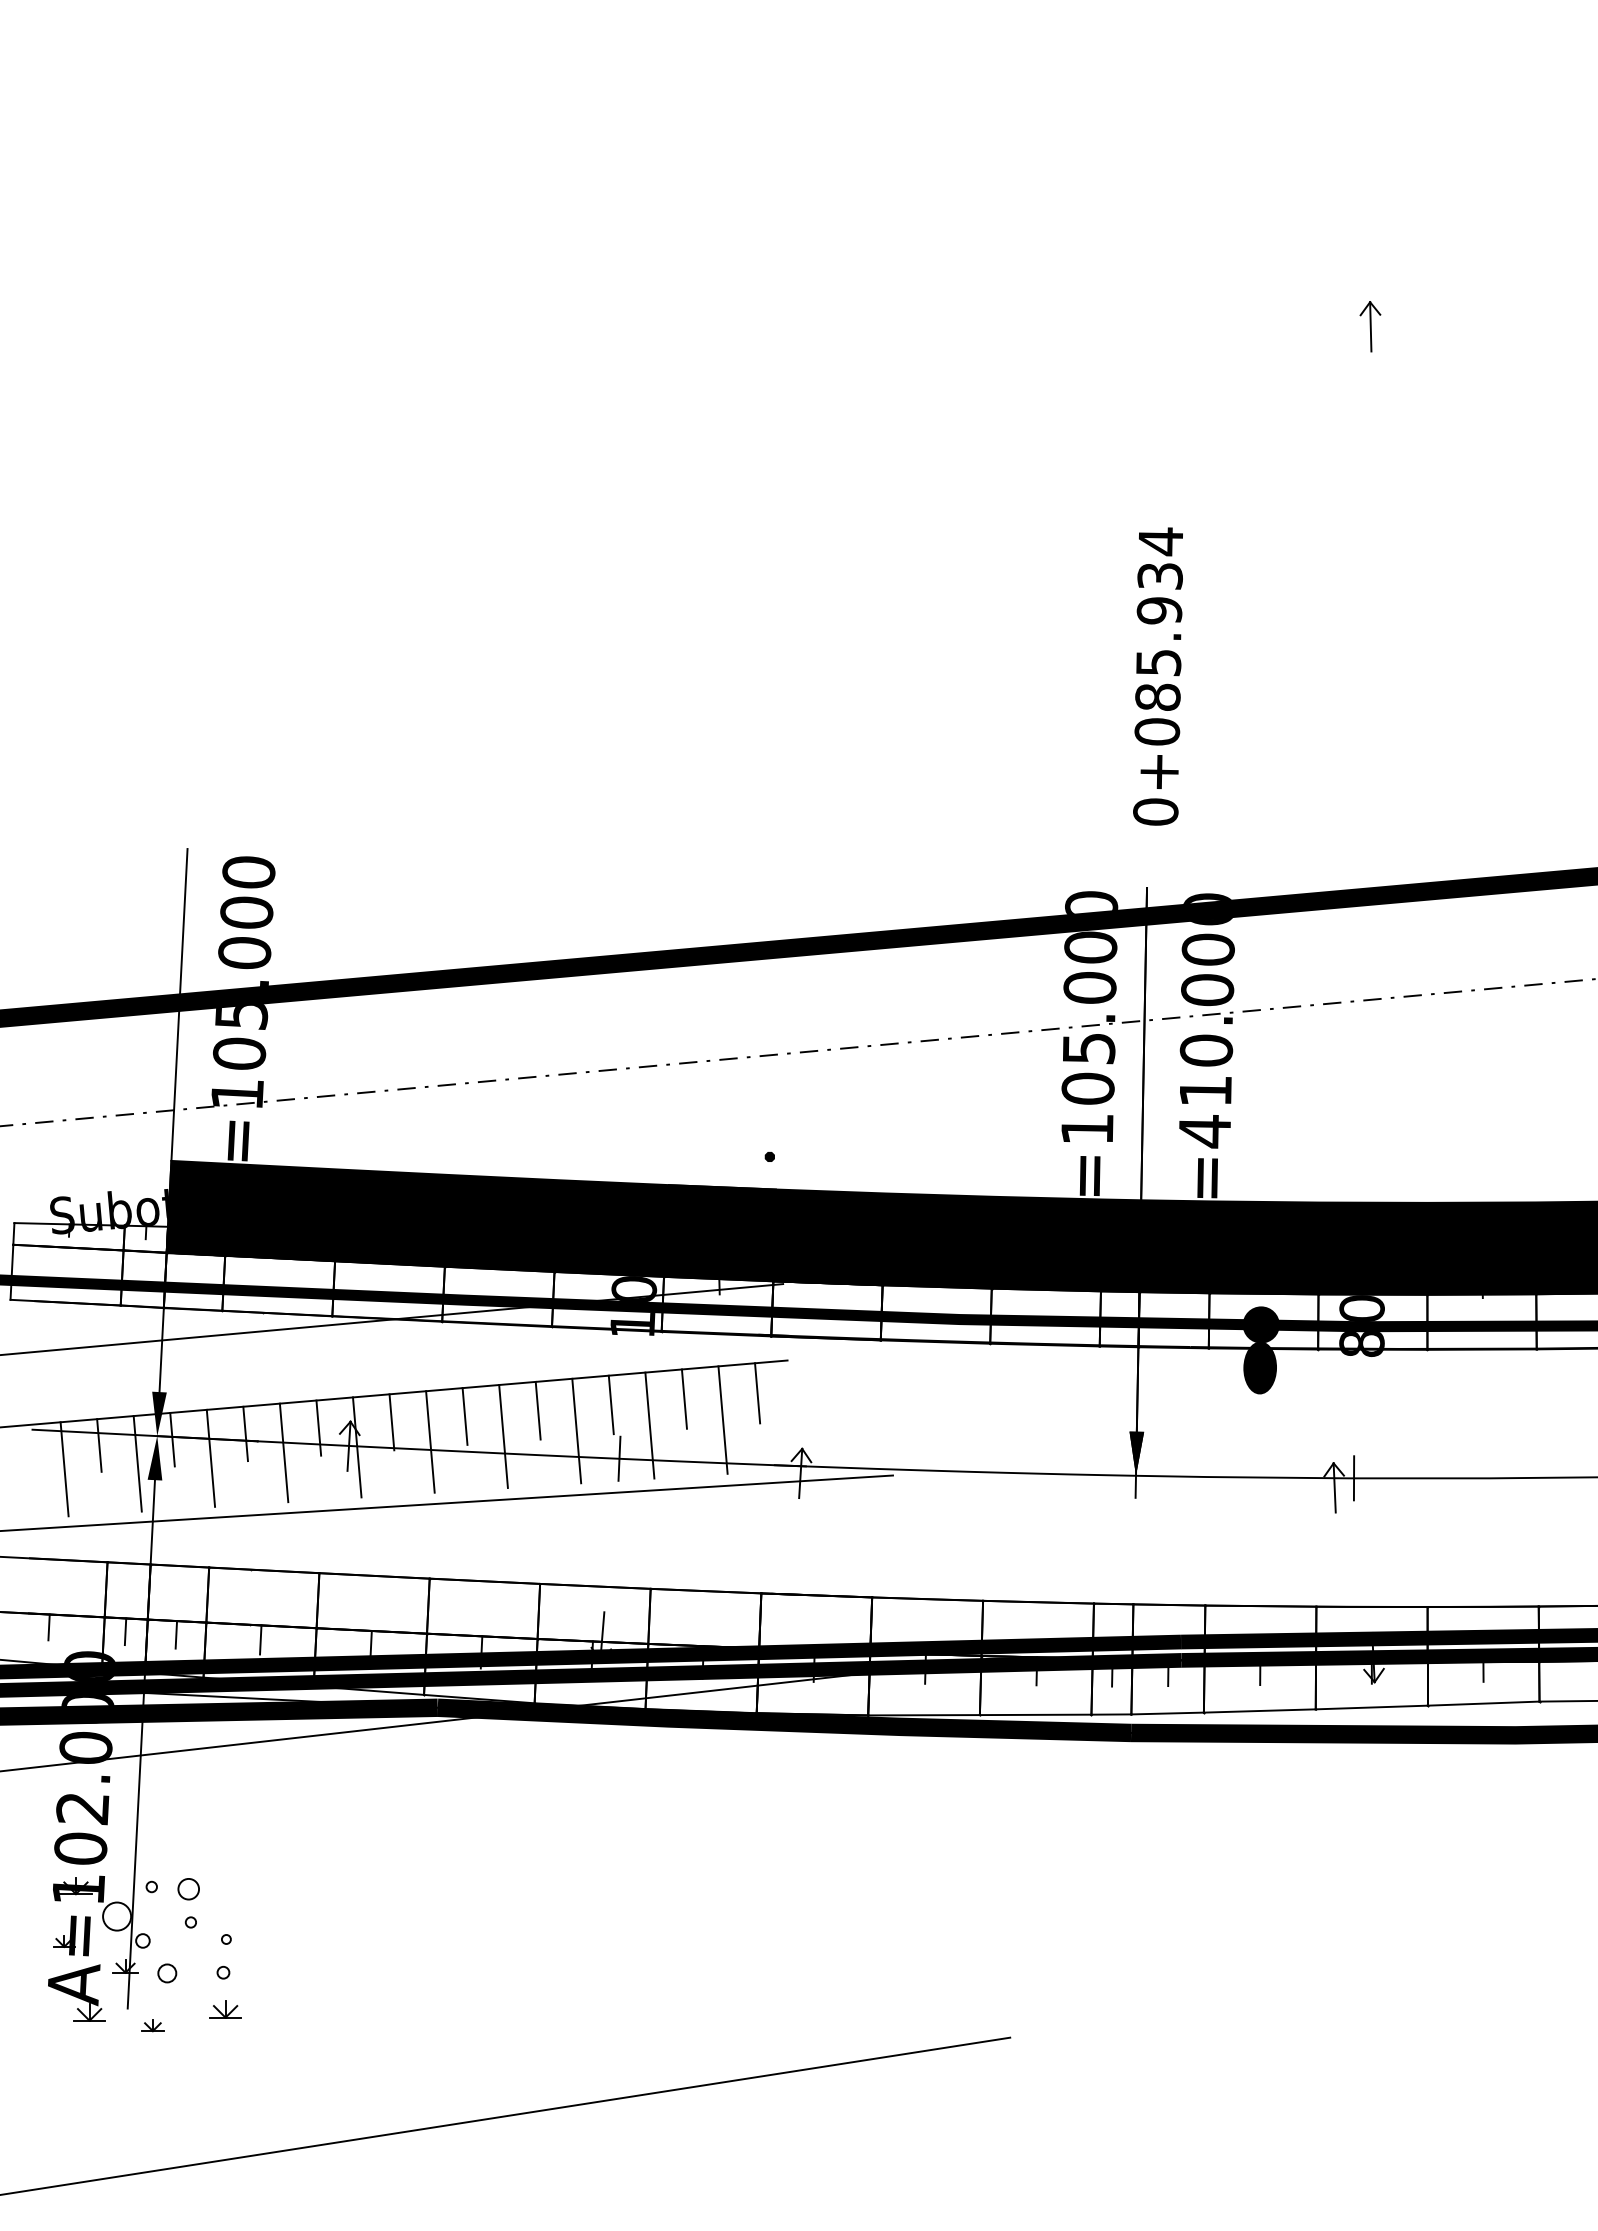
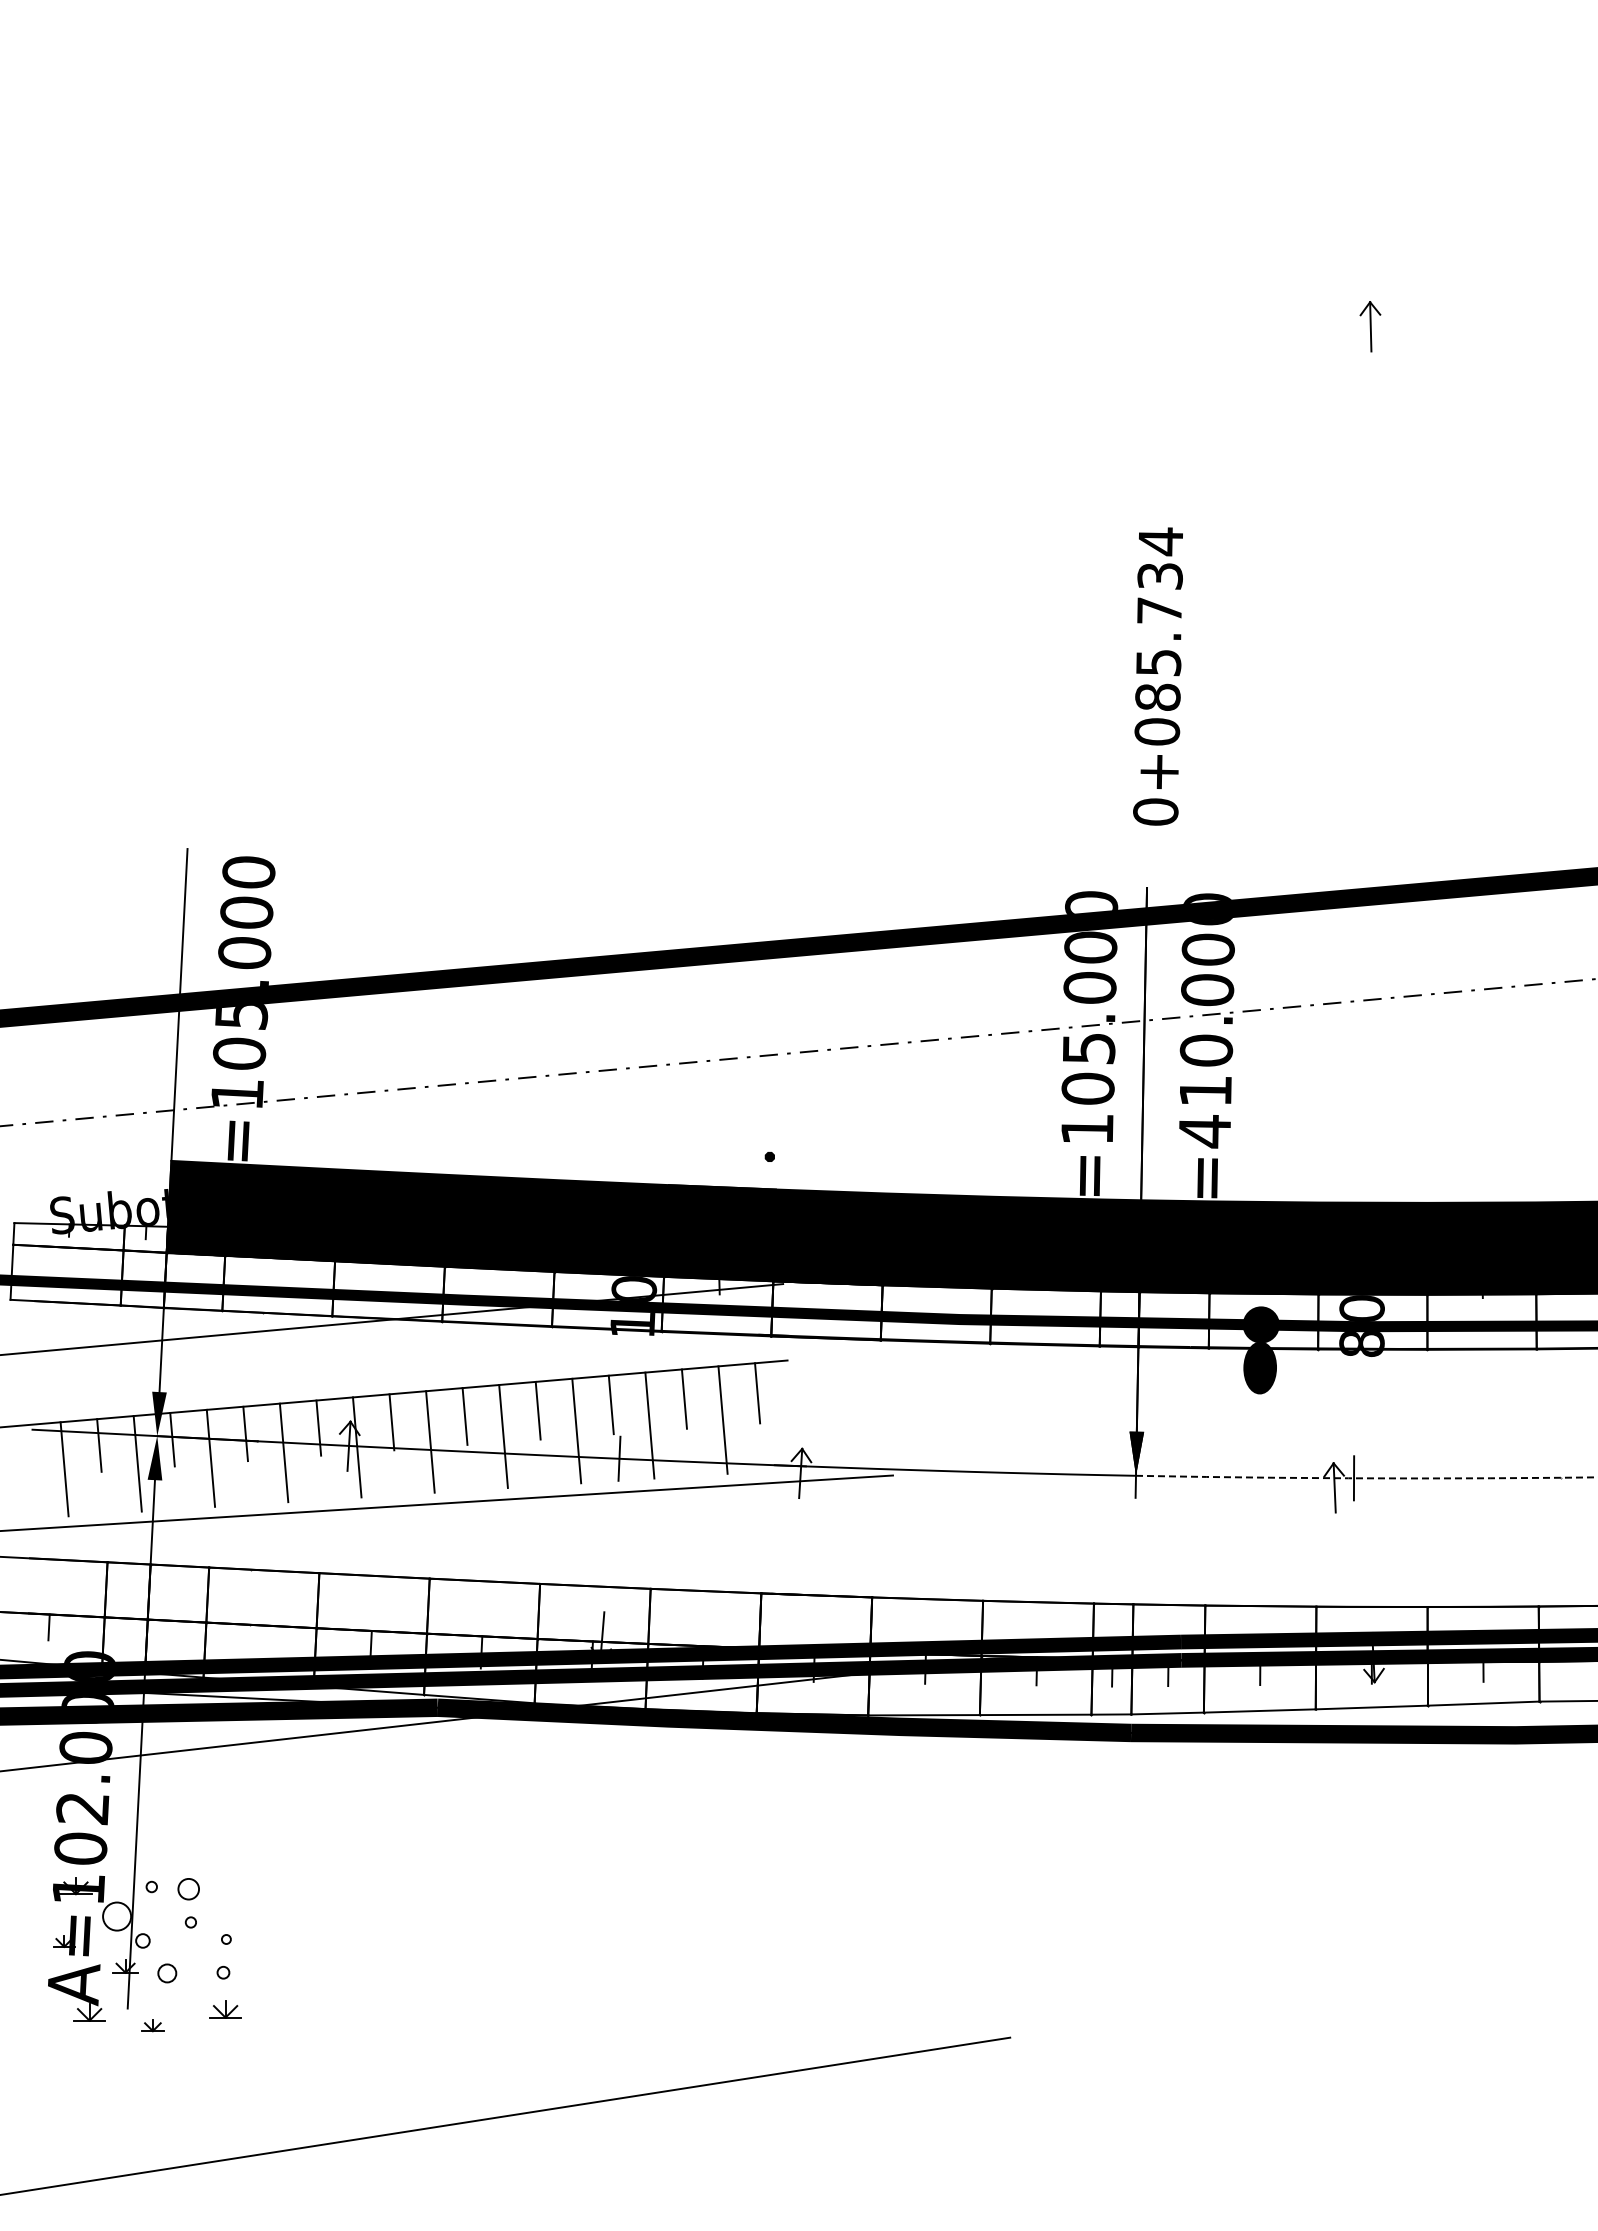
text at (1159, 610): 0+085.934 -> 0+085.734
arc at (1367, 1478): solid -> dashed
line at (125, 1631): present -> none
line at (176, 1634): present -> none
line at (260, 1639): present -> none
